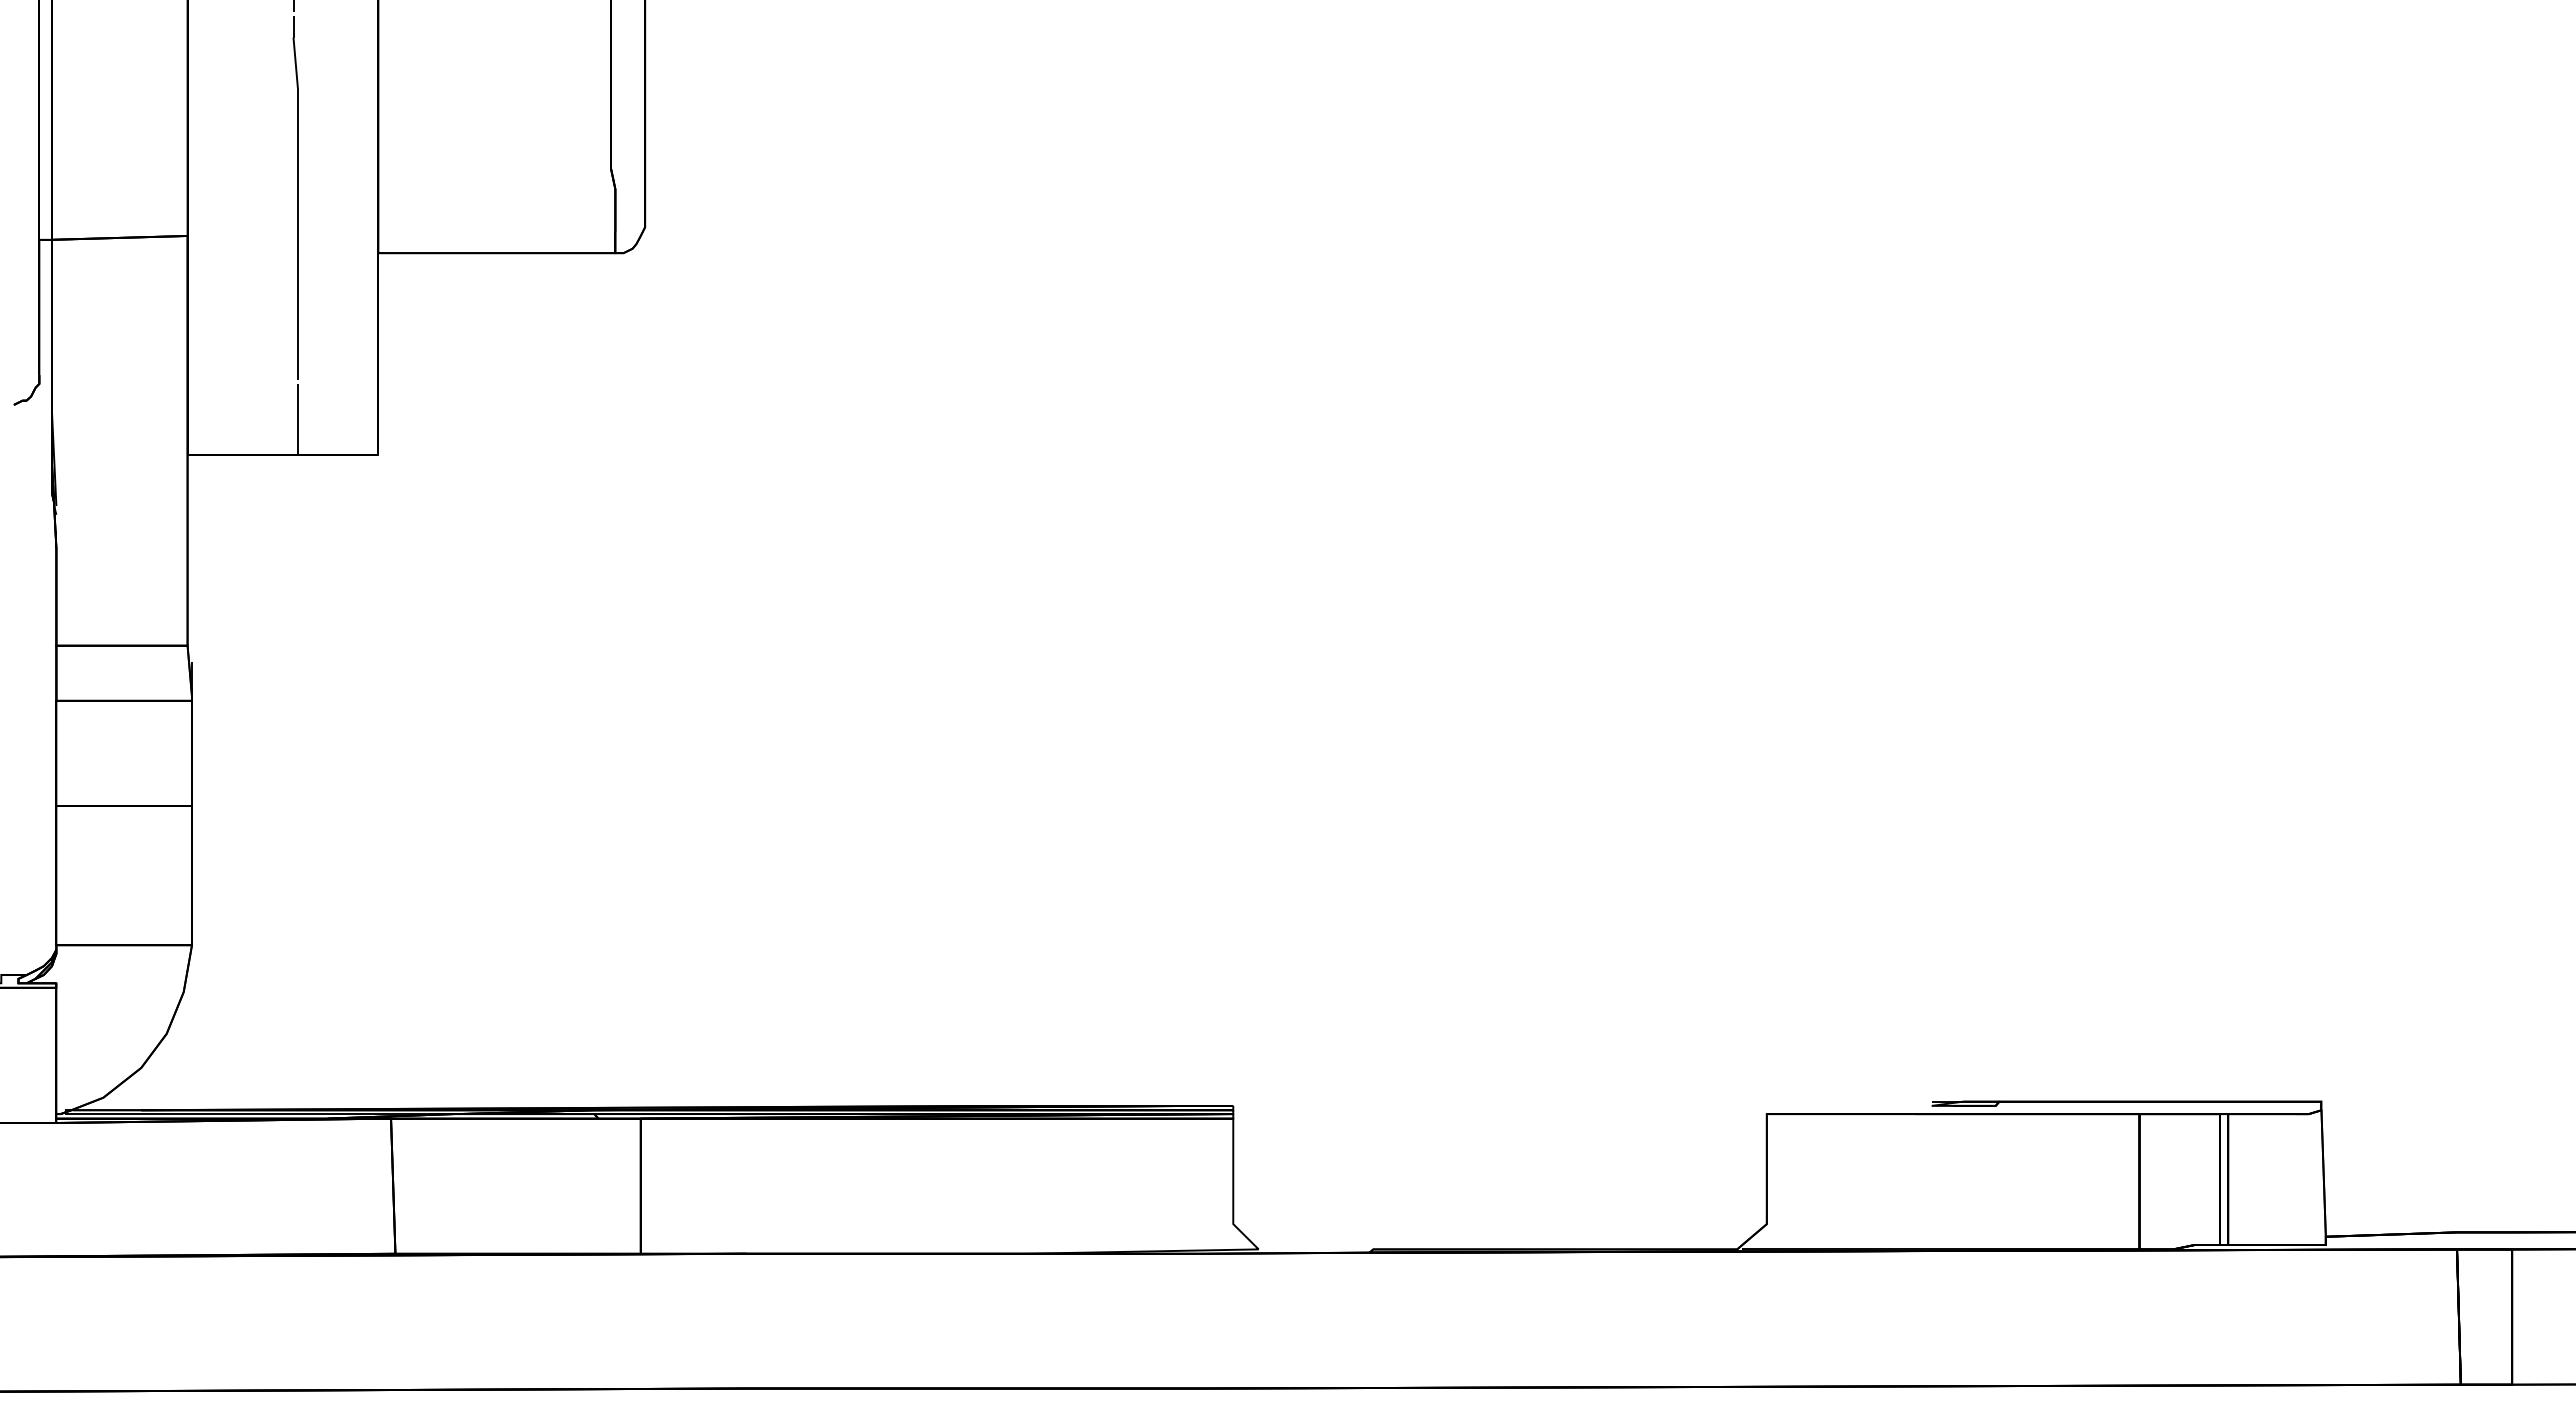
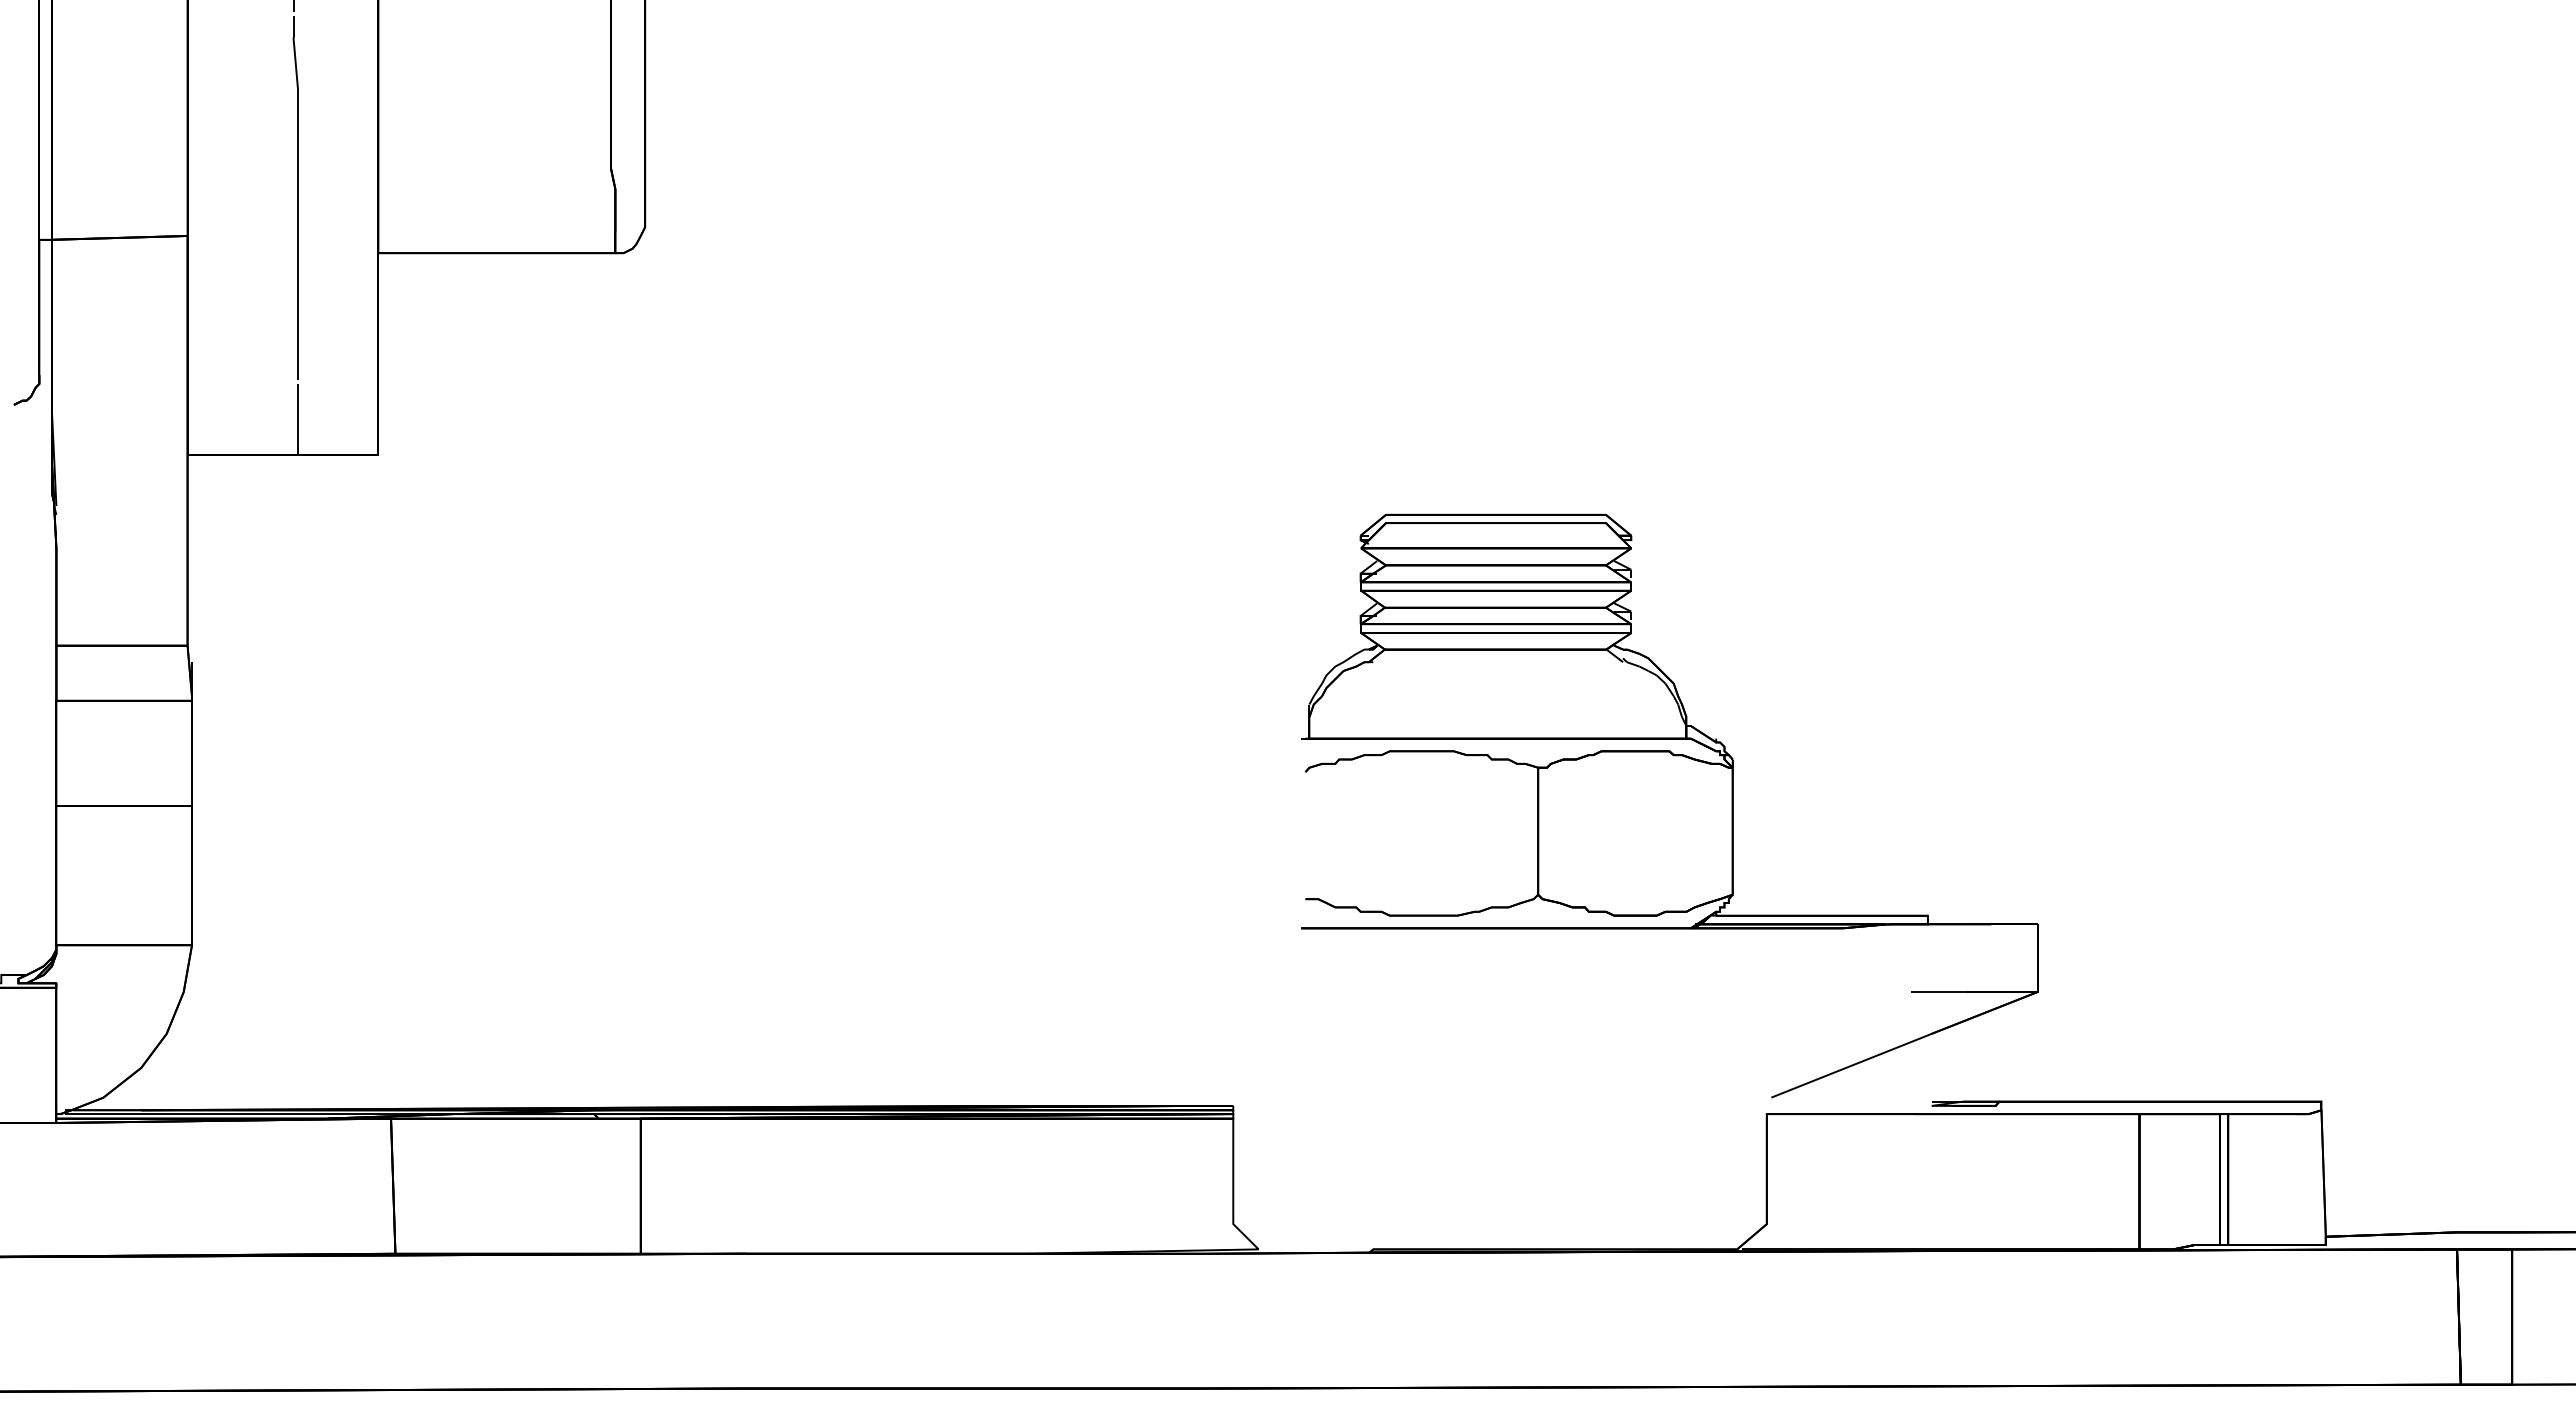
part at (1669, 805): none -> present
